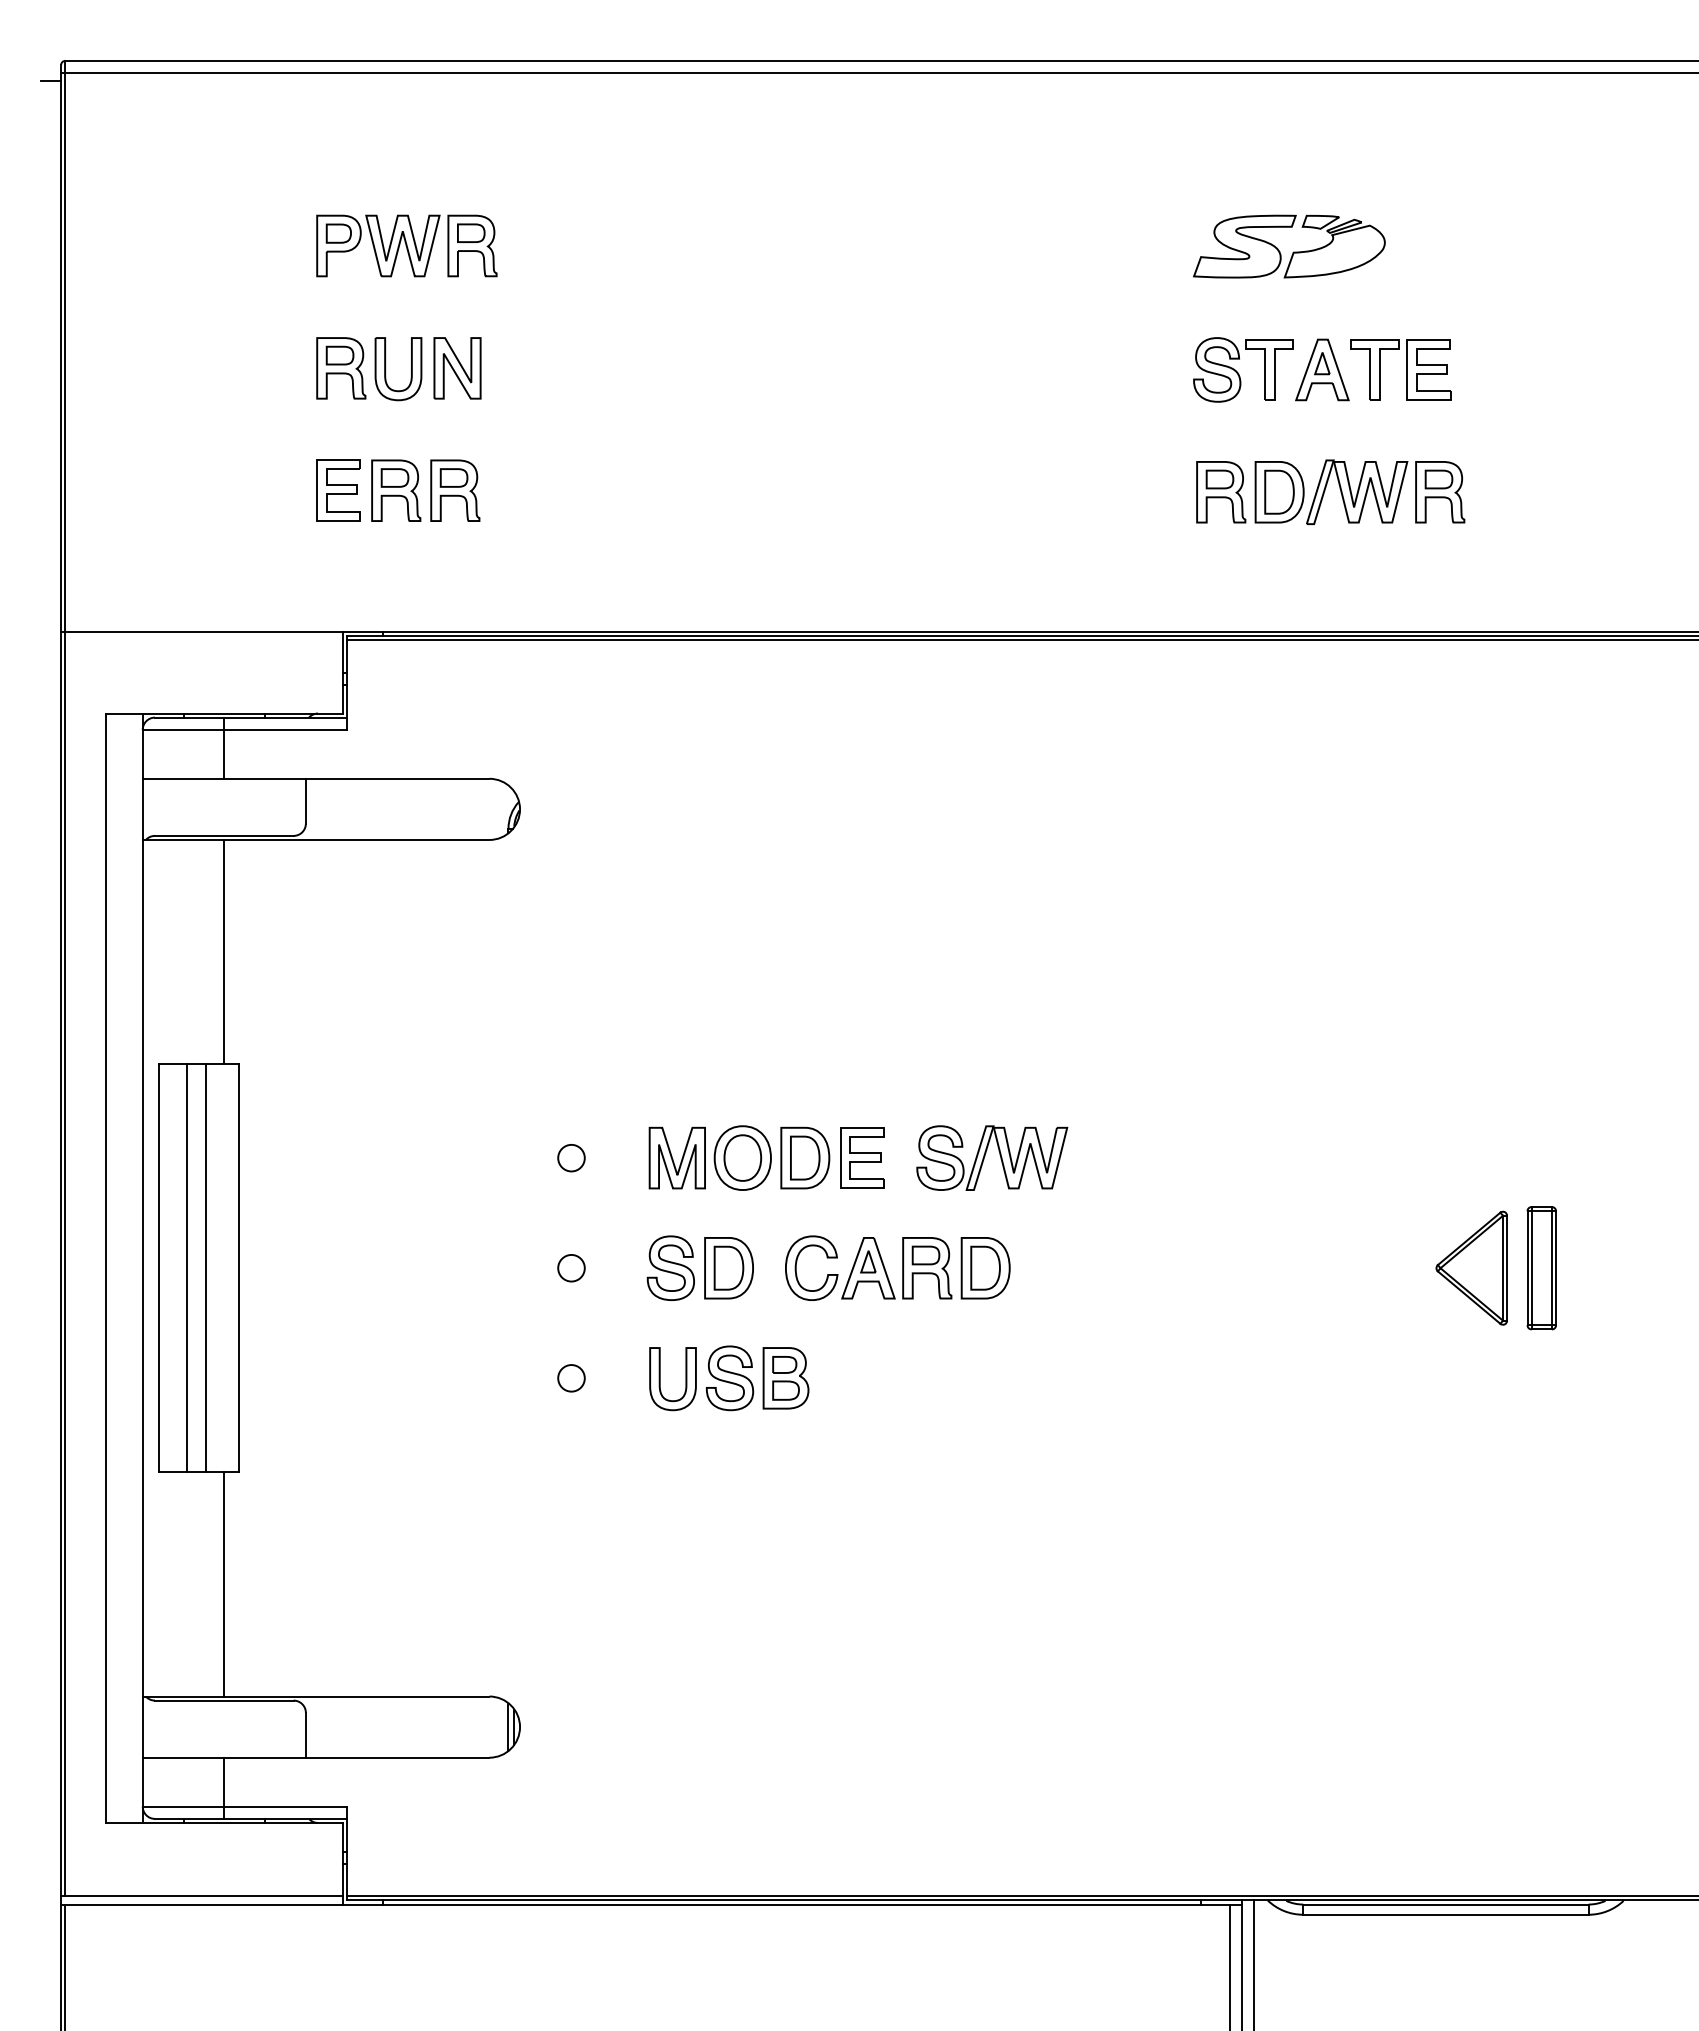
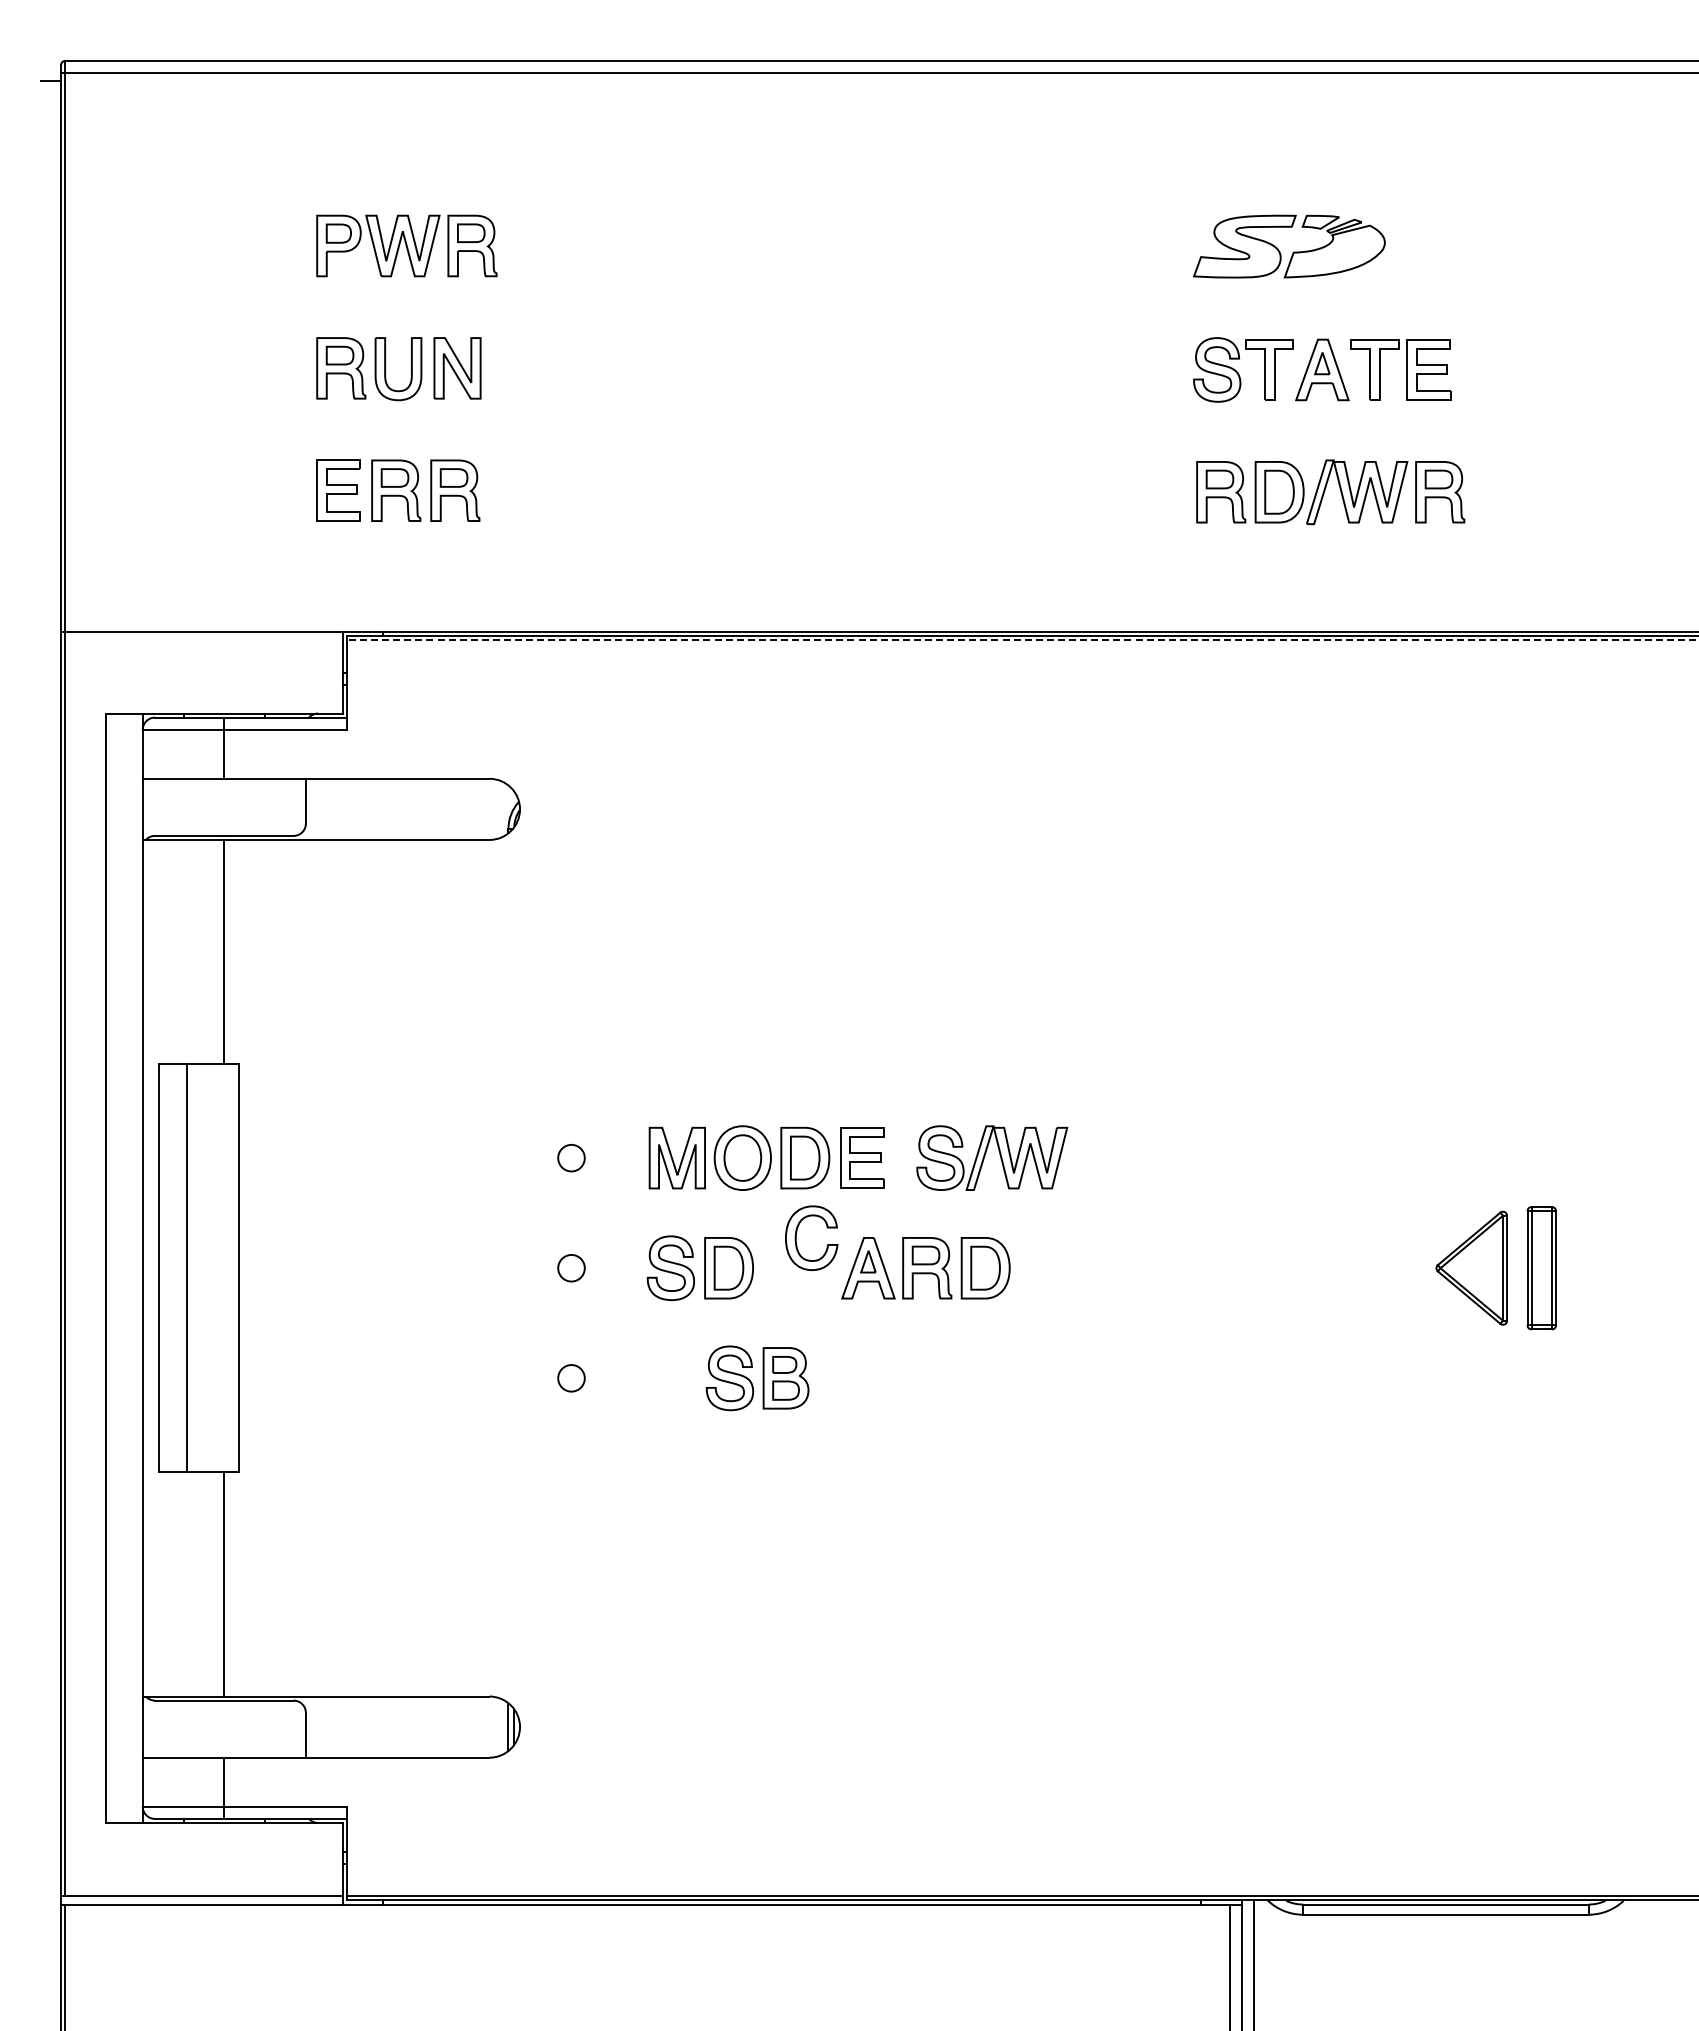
line at (1022, 640): solid -> dashed
part at (797, 1262) position: (797, 1262) -> (797, 1232)
line at (206, 1268): present -> none
part at (660, 1379): present -> none
